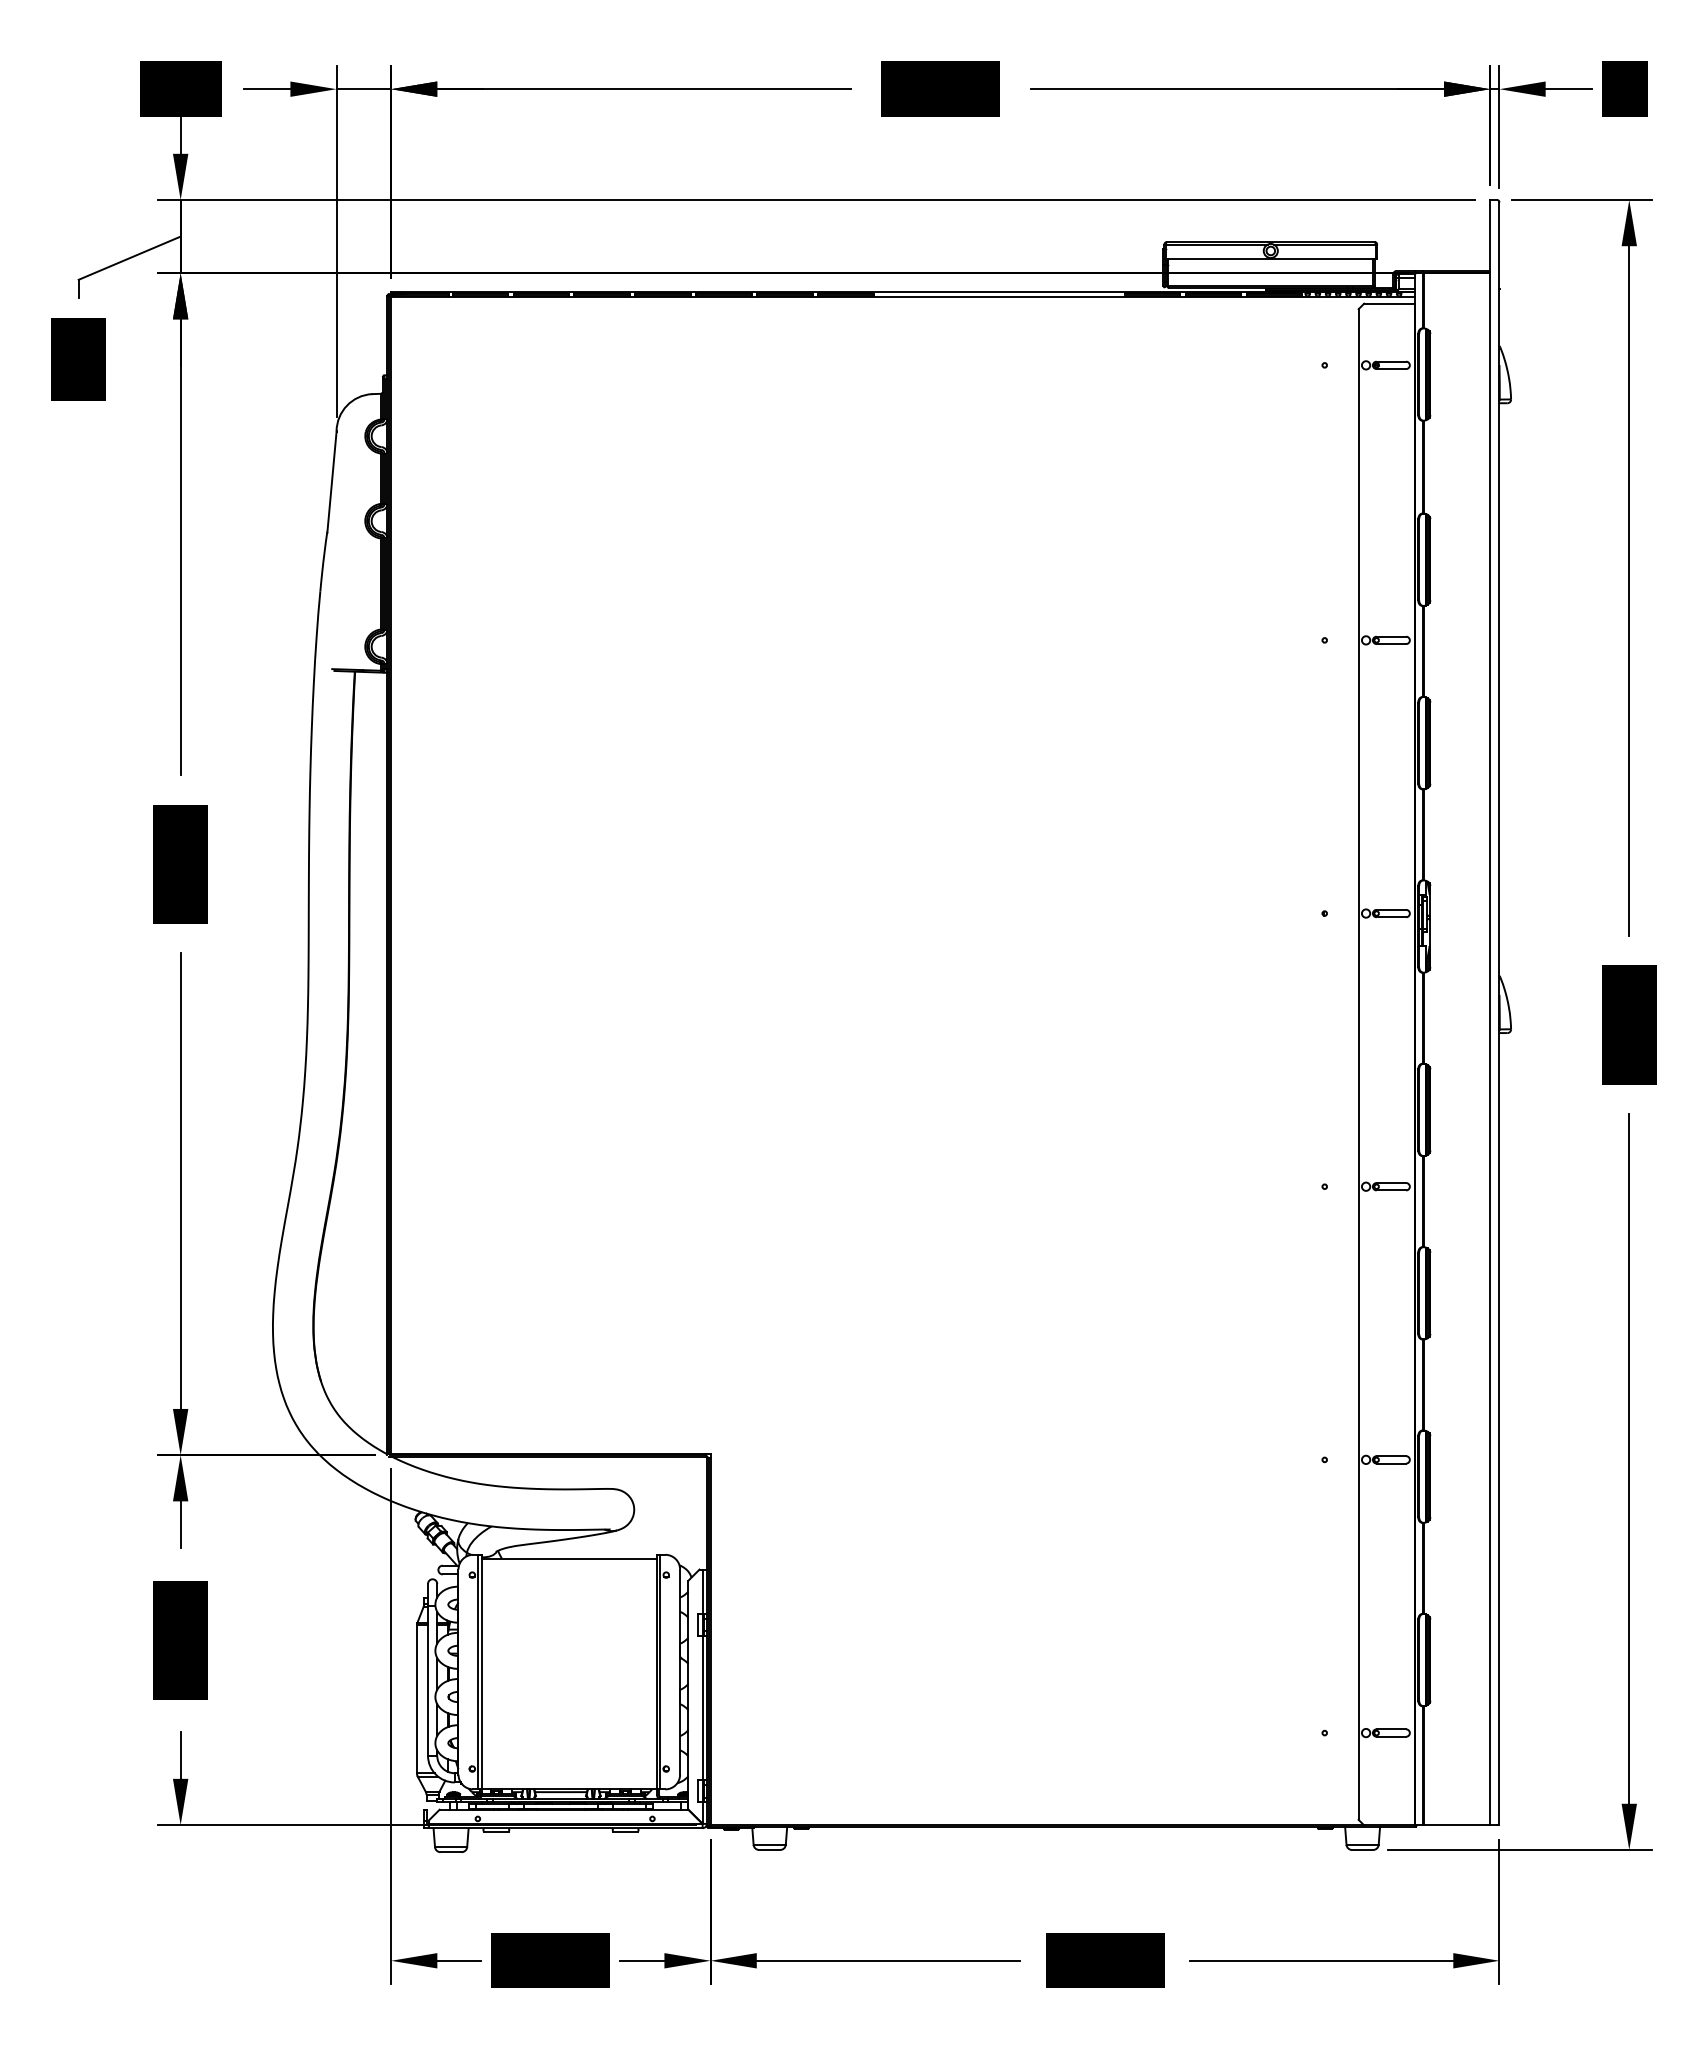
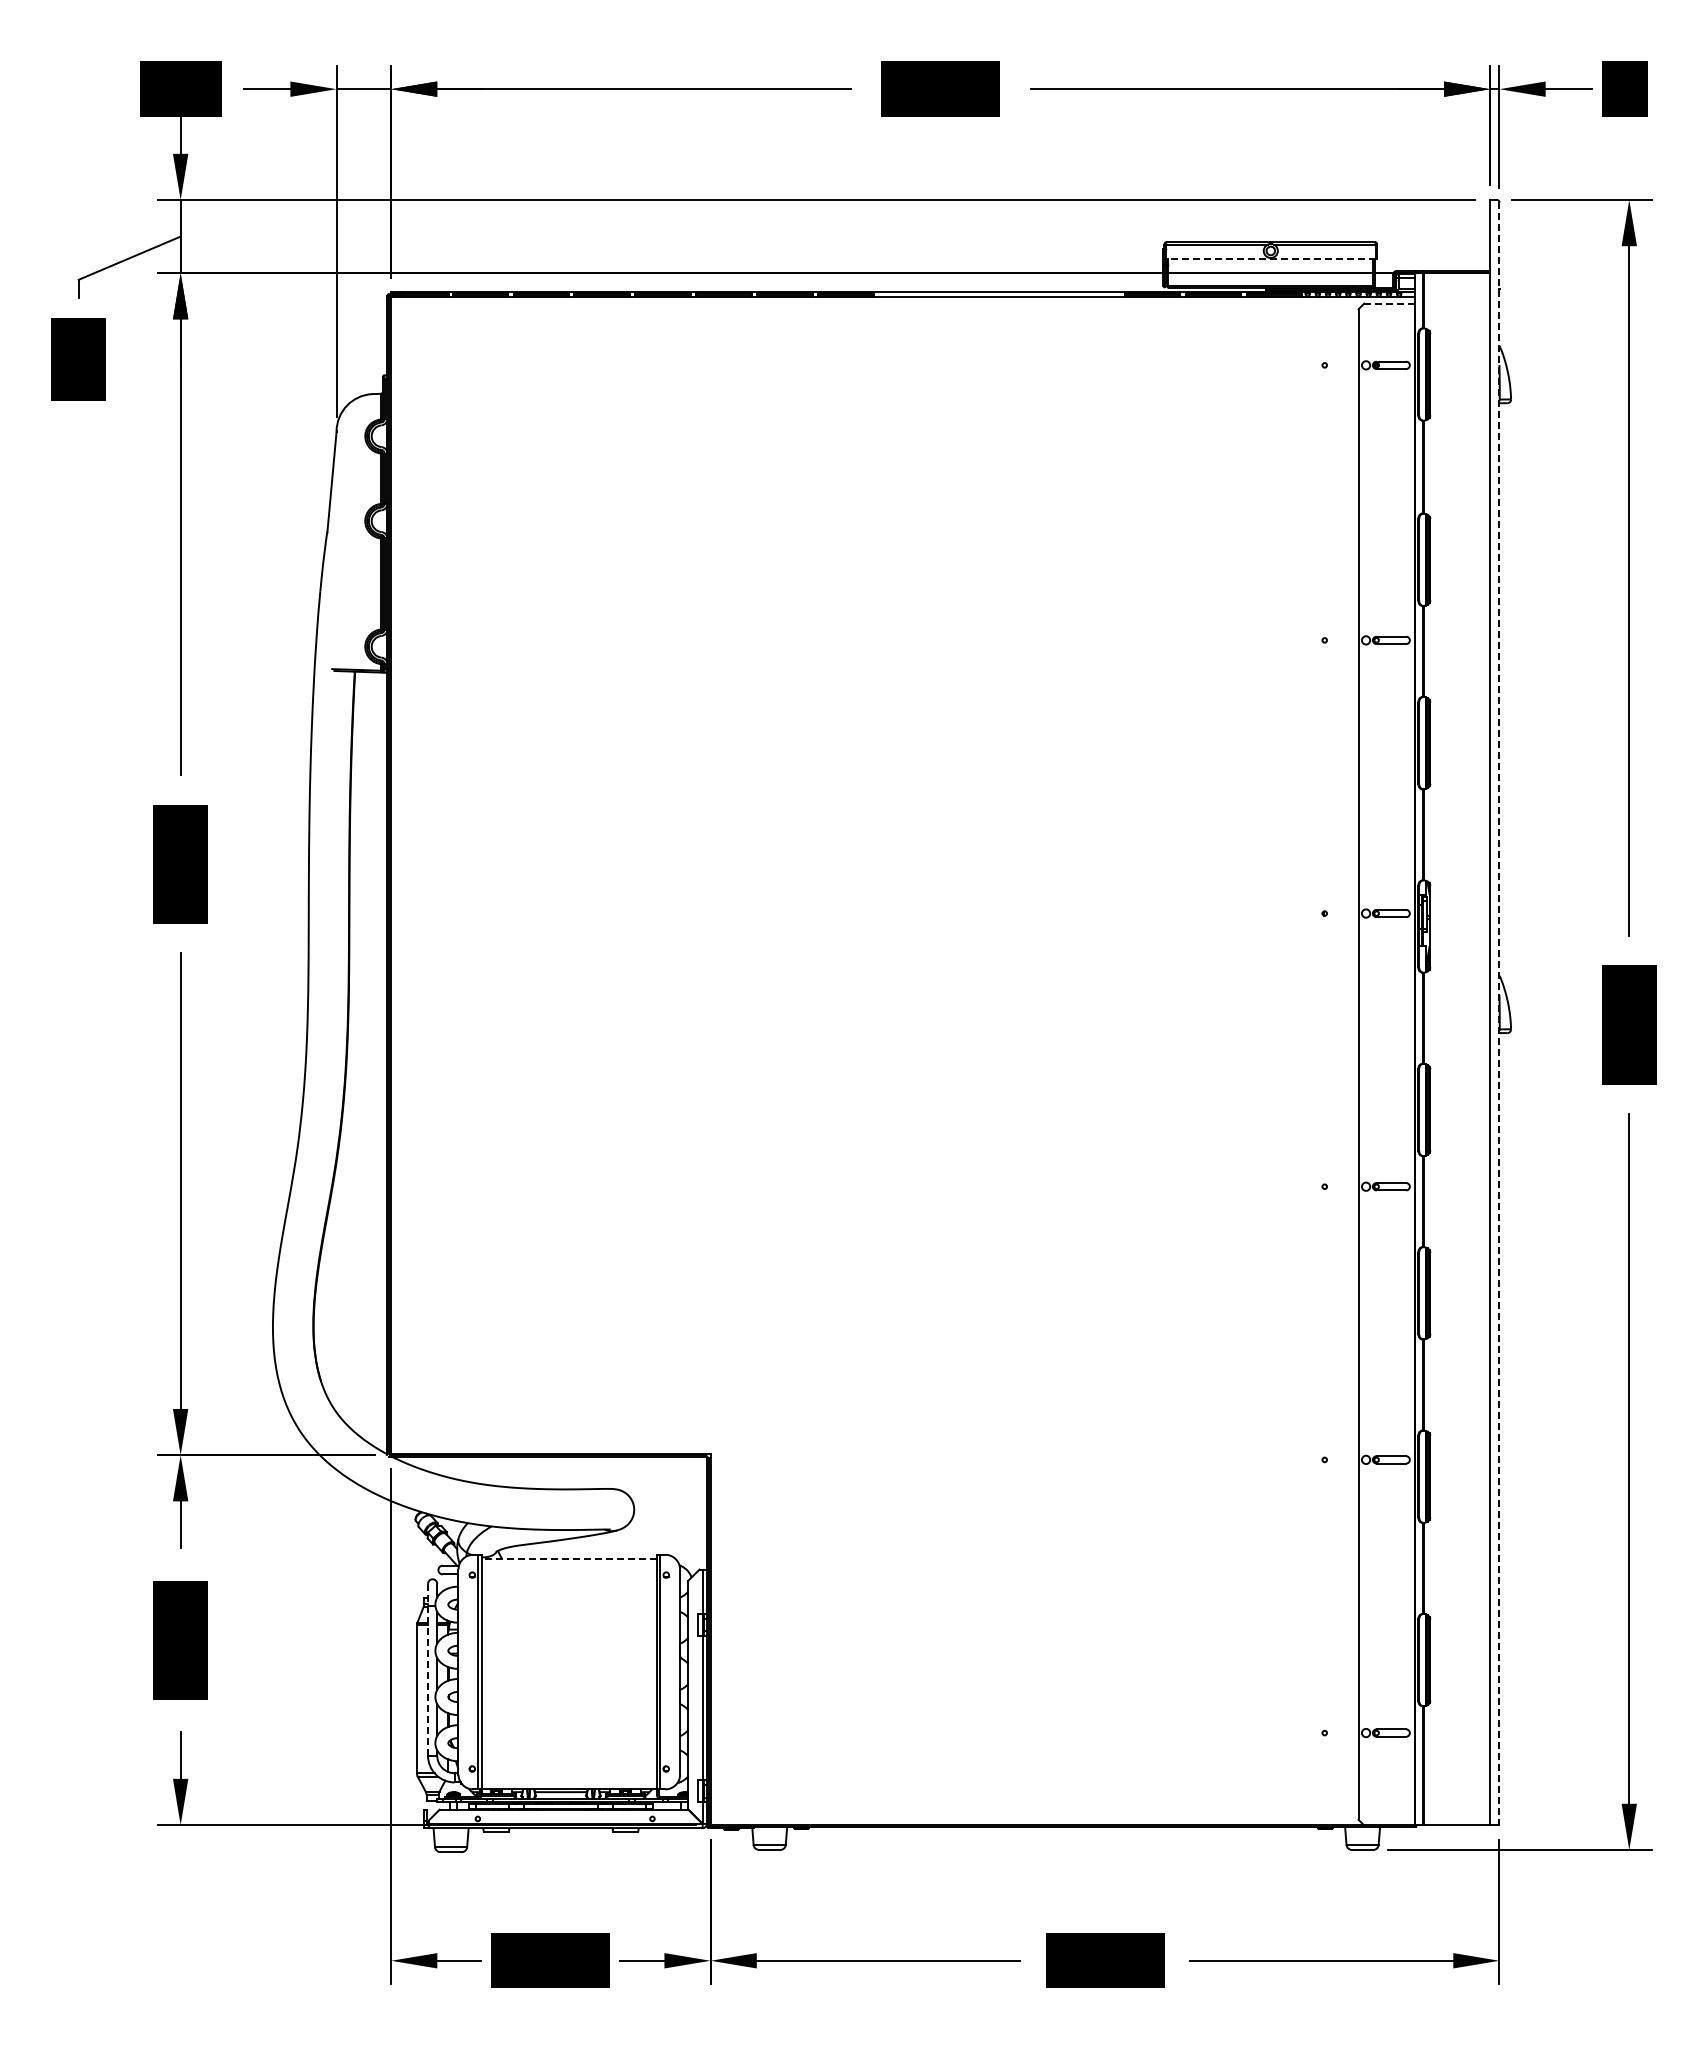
line at (1270, 258): solid -> dashed
line at (1389, 303): solid -> dashed
line at (1499, 1014): solid -> dashed
line at (569, 1558): solid -> dashed
line at (428, 1669): solid -> dashed
